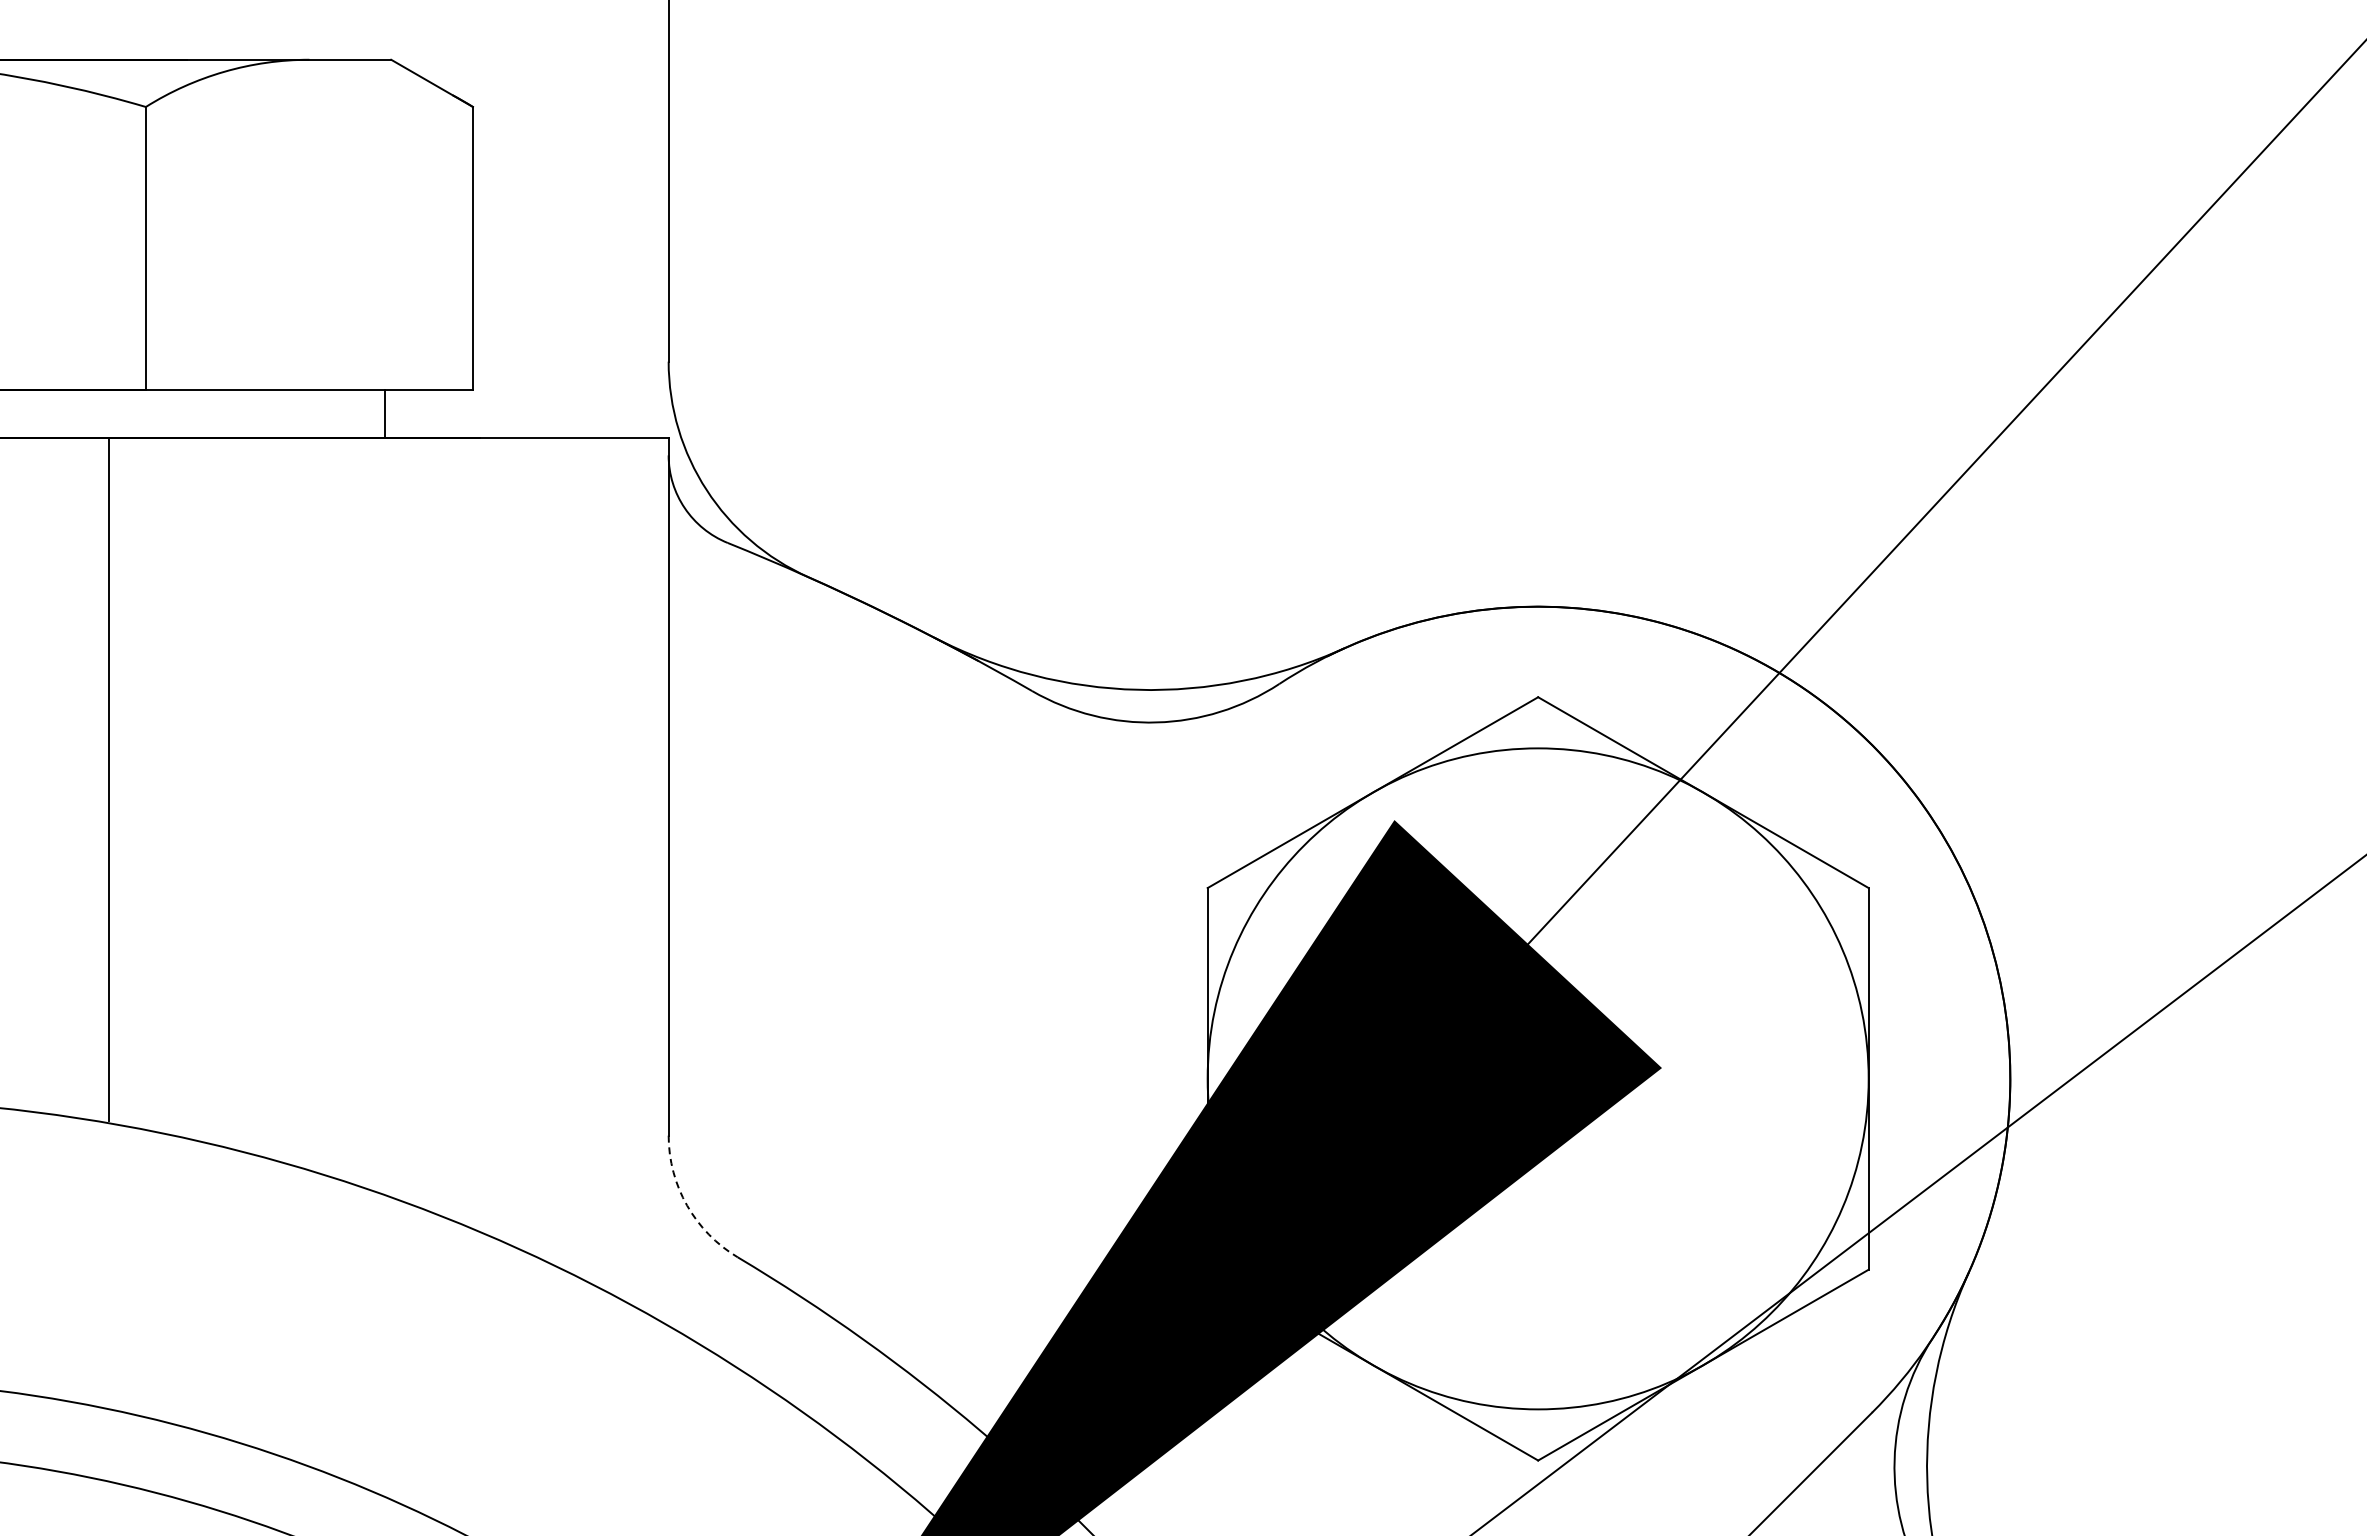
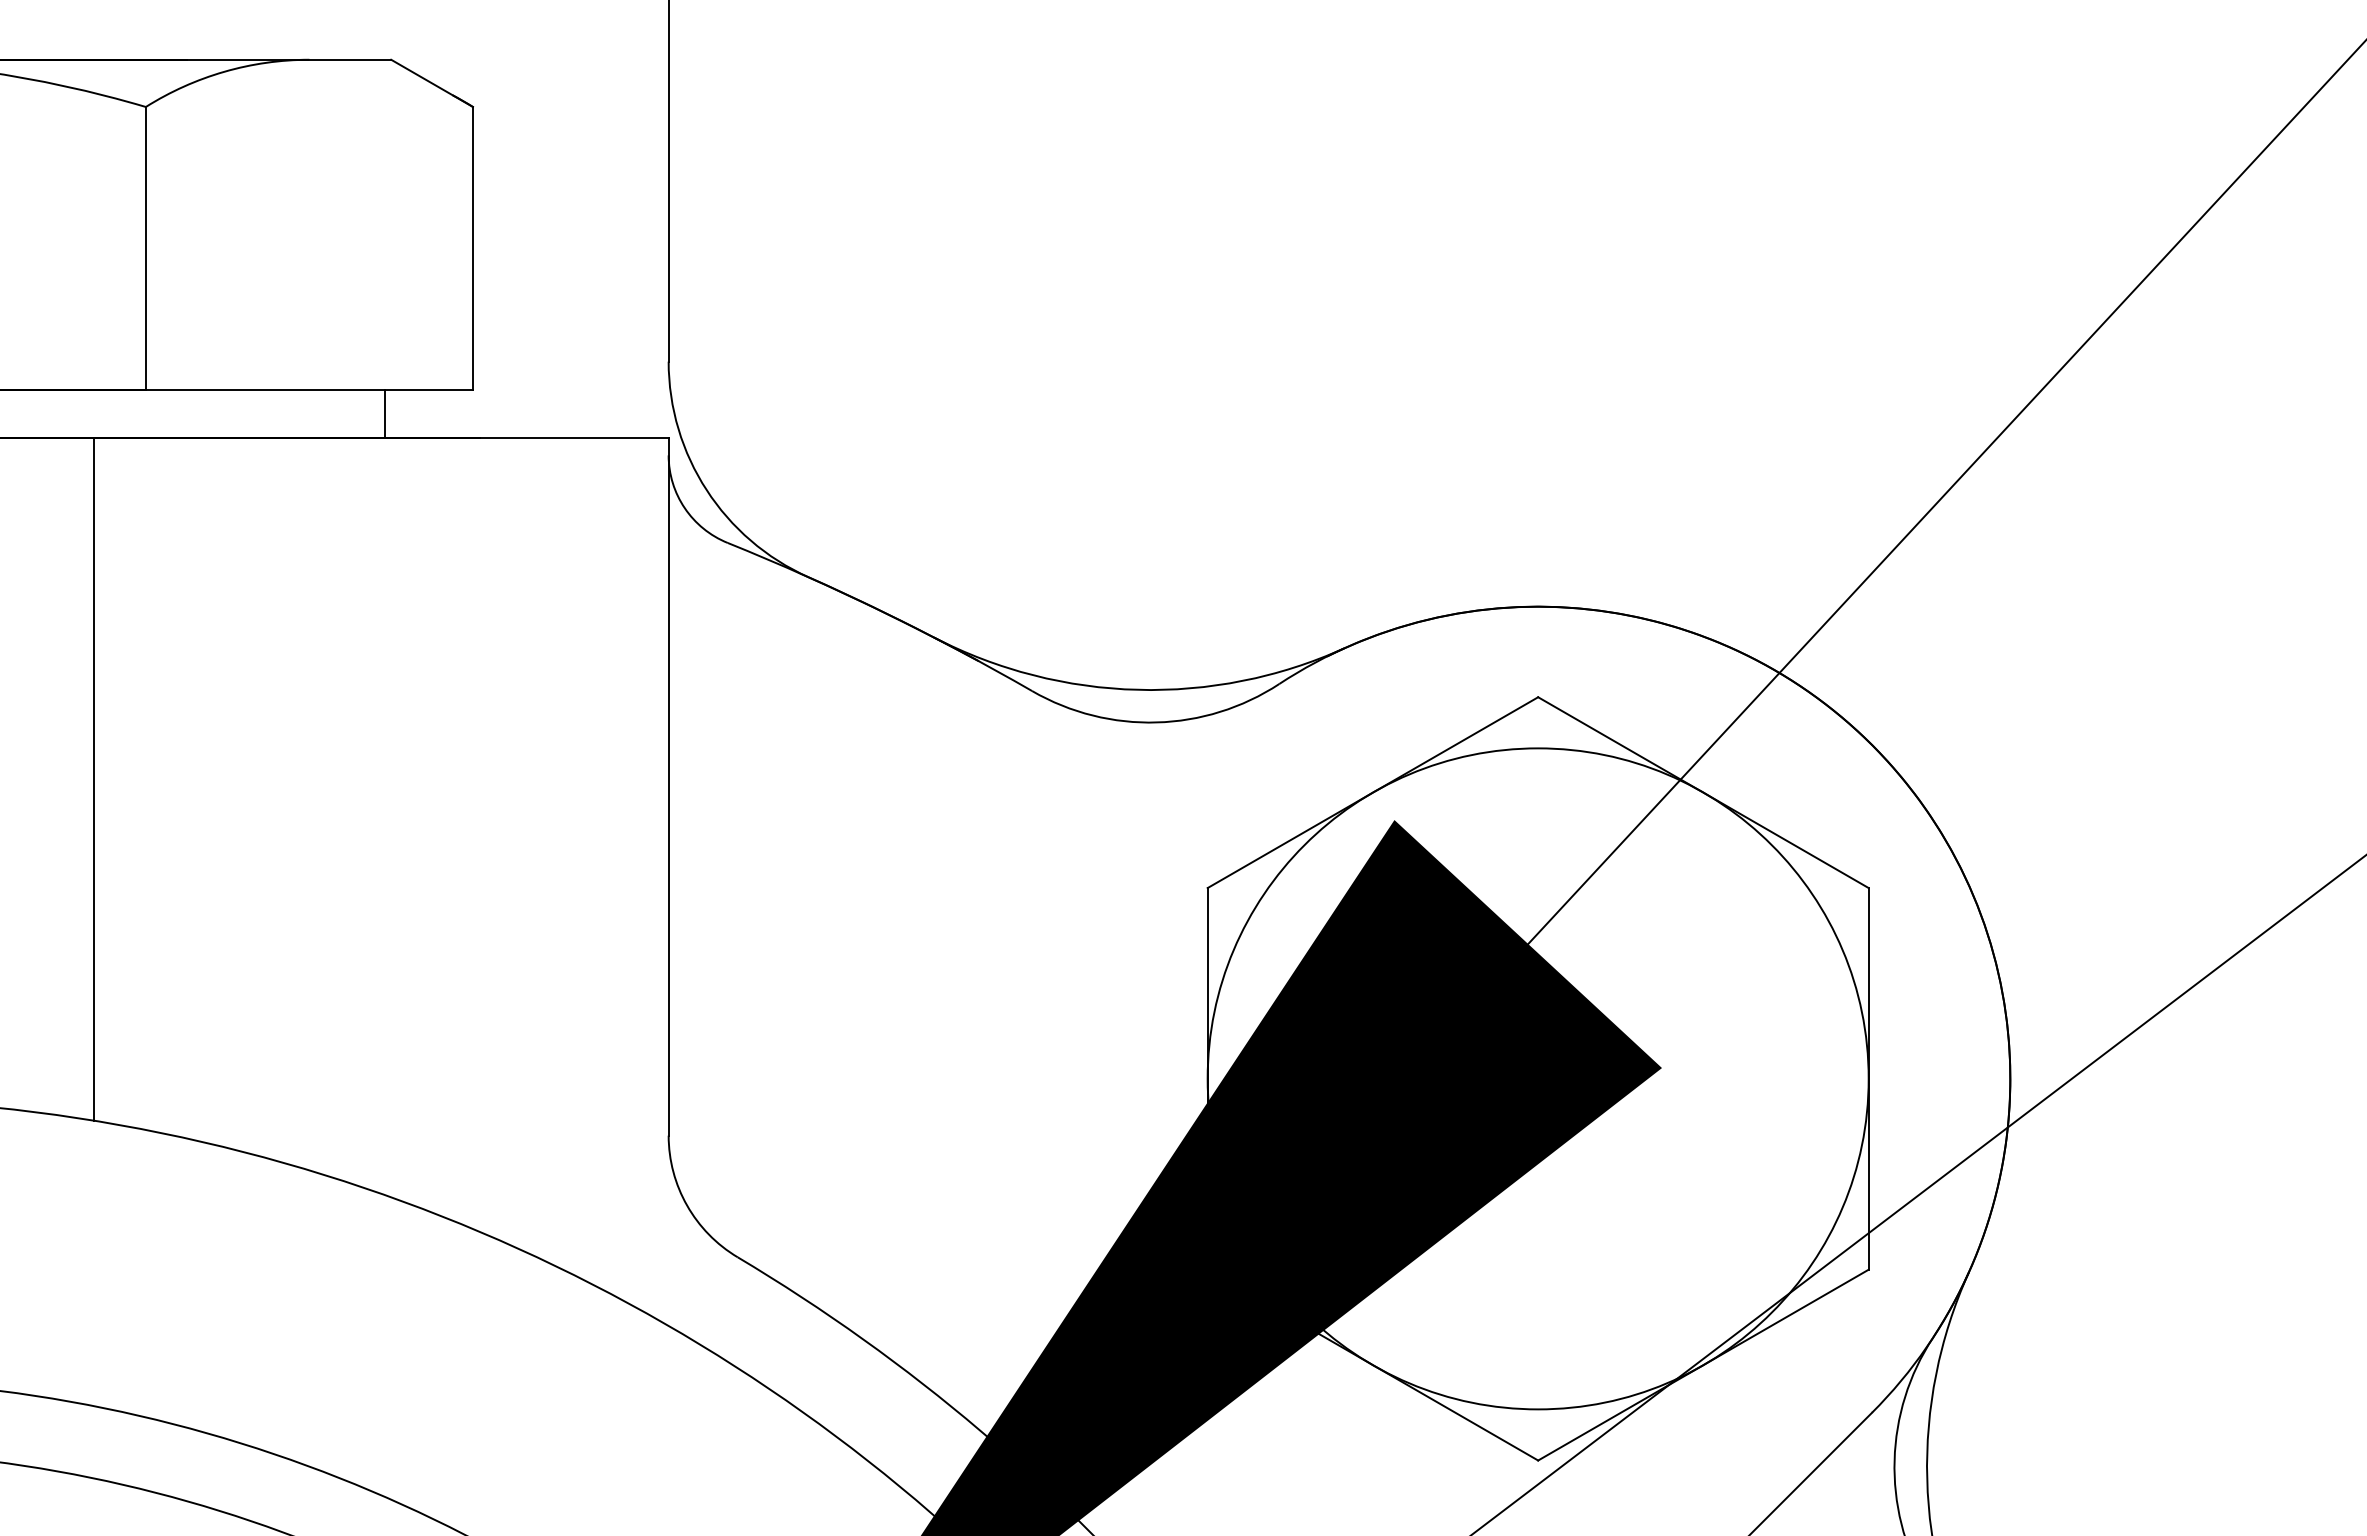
line at (109, 778) position: (109, 778) -> (94, 778)
arc at (687, 1205): dashed -> solid
